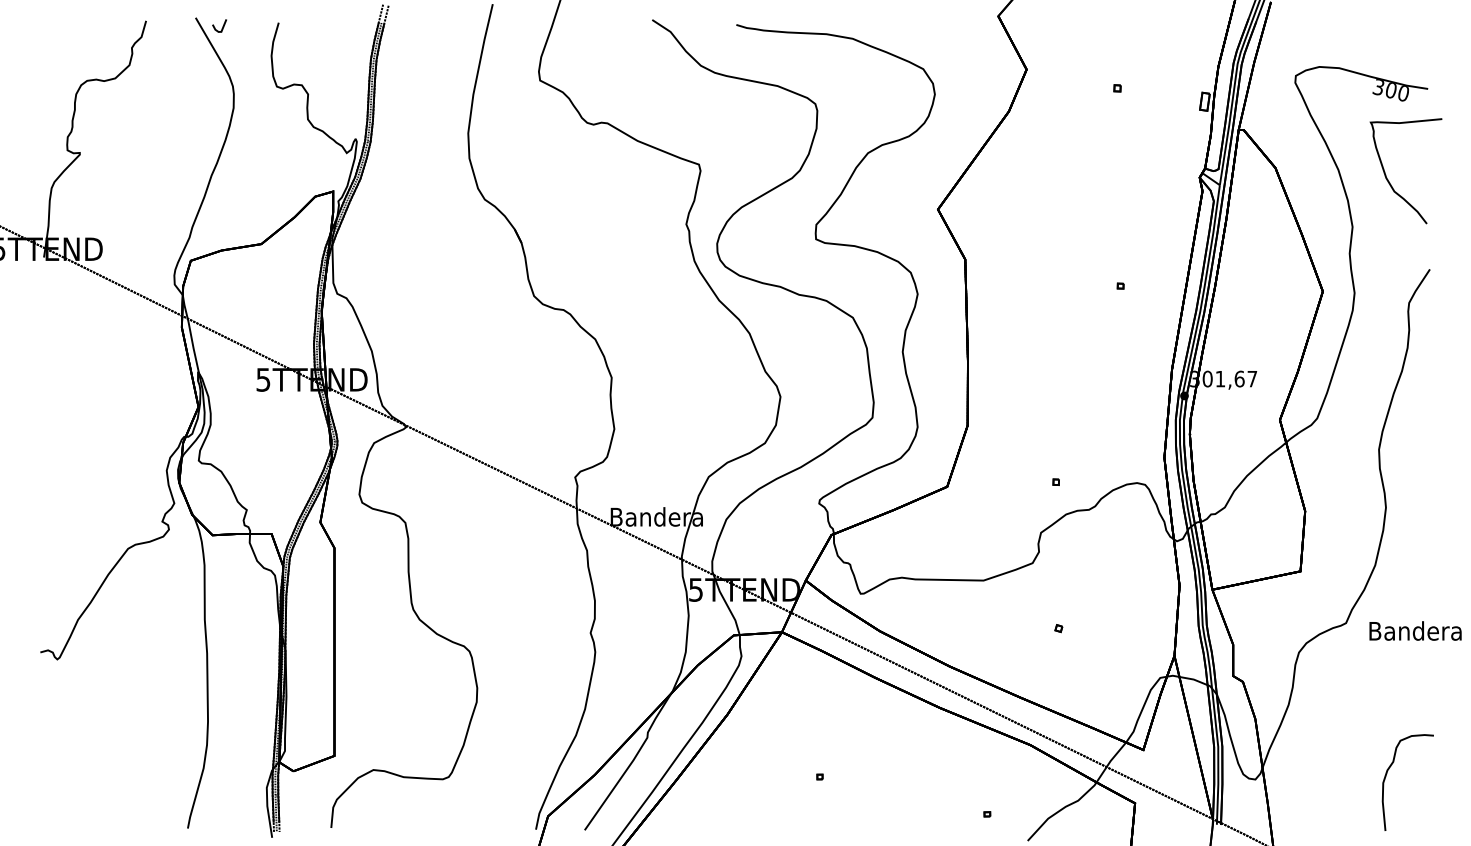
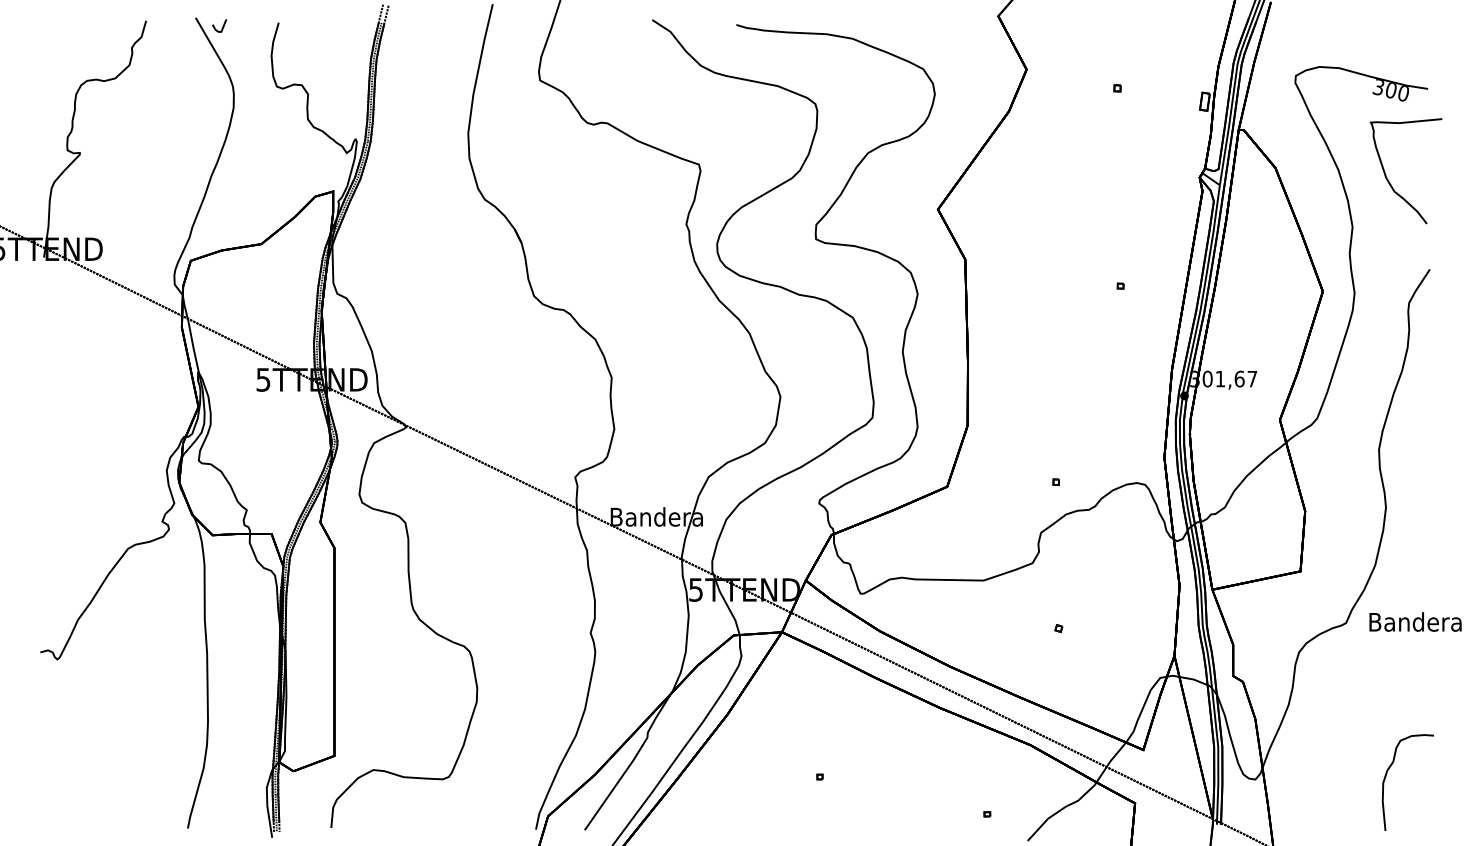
text at (1415, 630) position: (1415, 630) -> (1415, 621)
